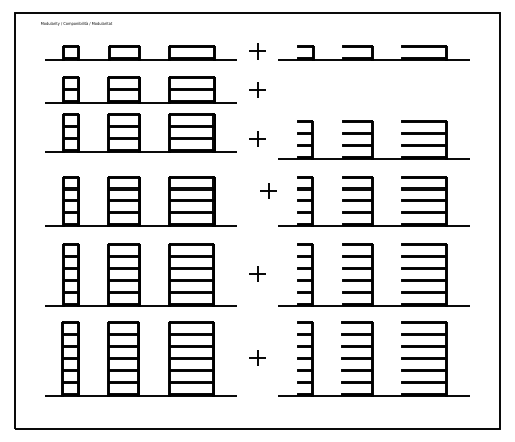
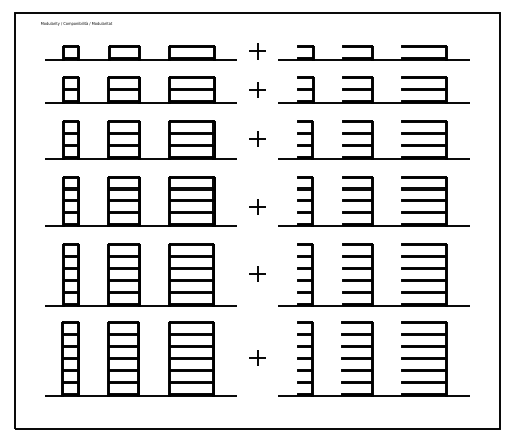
part at (373, 89): none -> present
part at (140, 132) position: (140, 132) -> (140, 139)
part at (268, 190) position: (268, 190) -> (257, 206)
